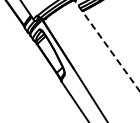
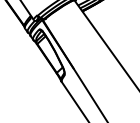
line at (106, 45): dashed -> solid
